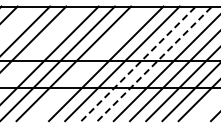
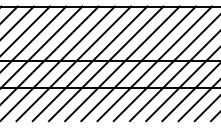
line at (17, 22): none -> present
line at (42, 46): none -> present
line at (89, 63): none -> present
line at (138, 63): dashed -> solid
line at (155, 63): dashed -> solid
line at (205, 109): none -> present
